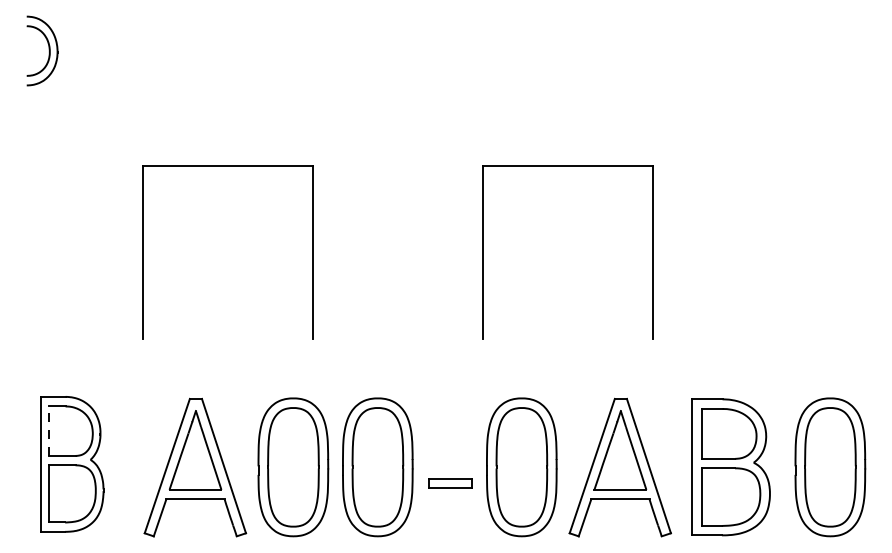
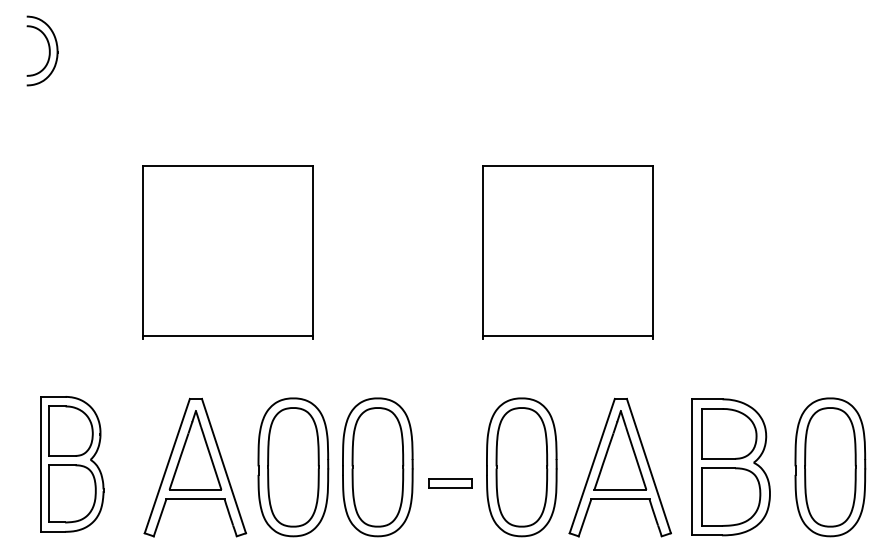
line at (227, 335): none -> present
line at (568, 335): none -> present
line at (49, 431): dashed -> solid
